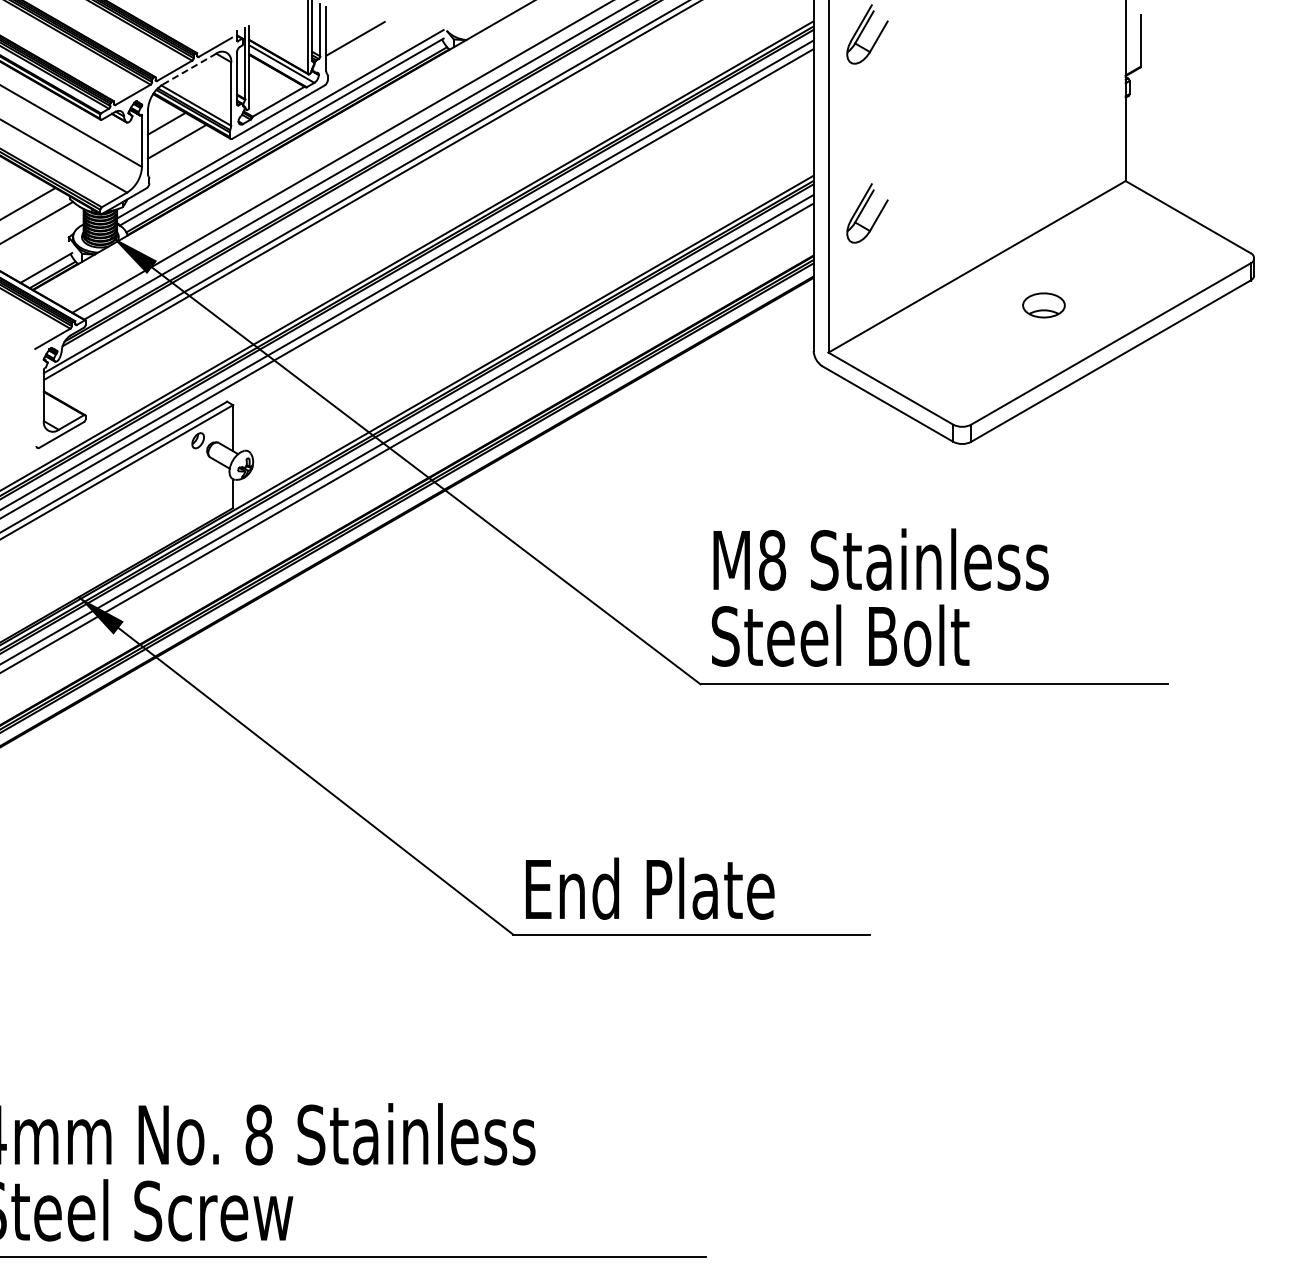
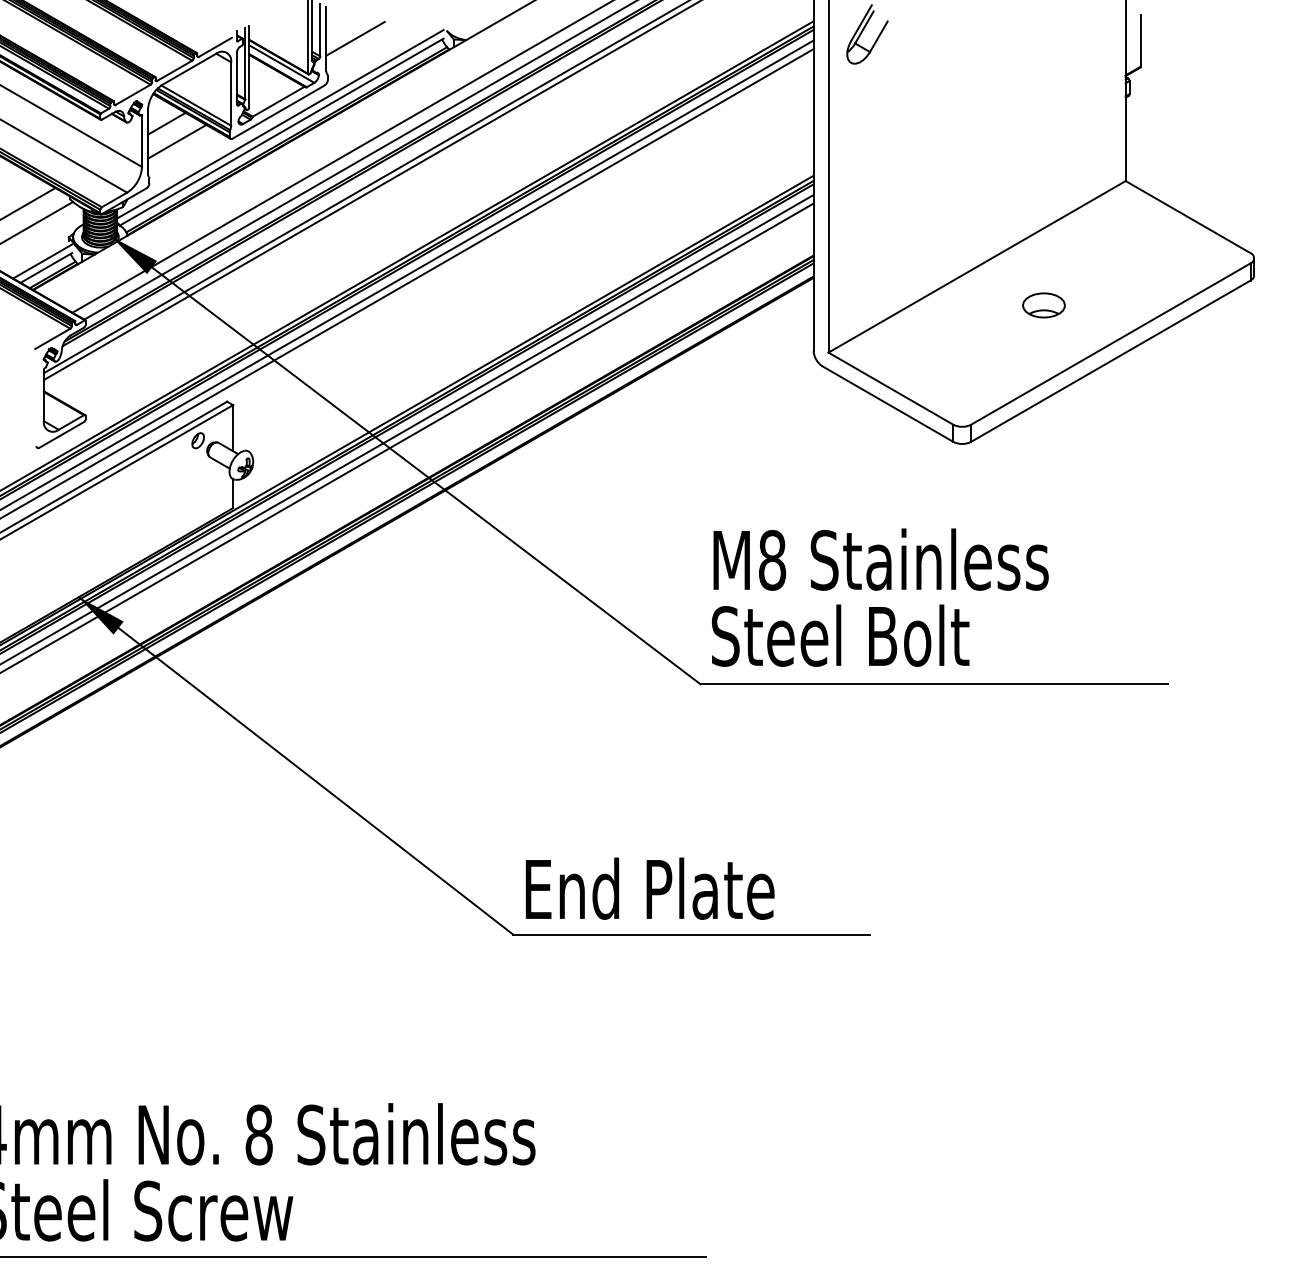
line at (189, 69): dashed -> solid
part at (867, 213): present -> none
line at (42, 261): none -> present
